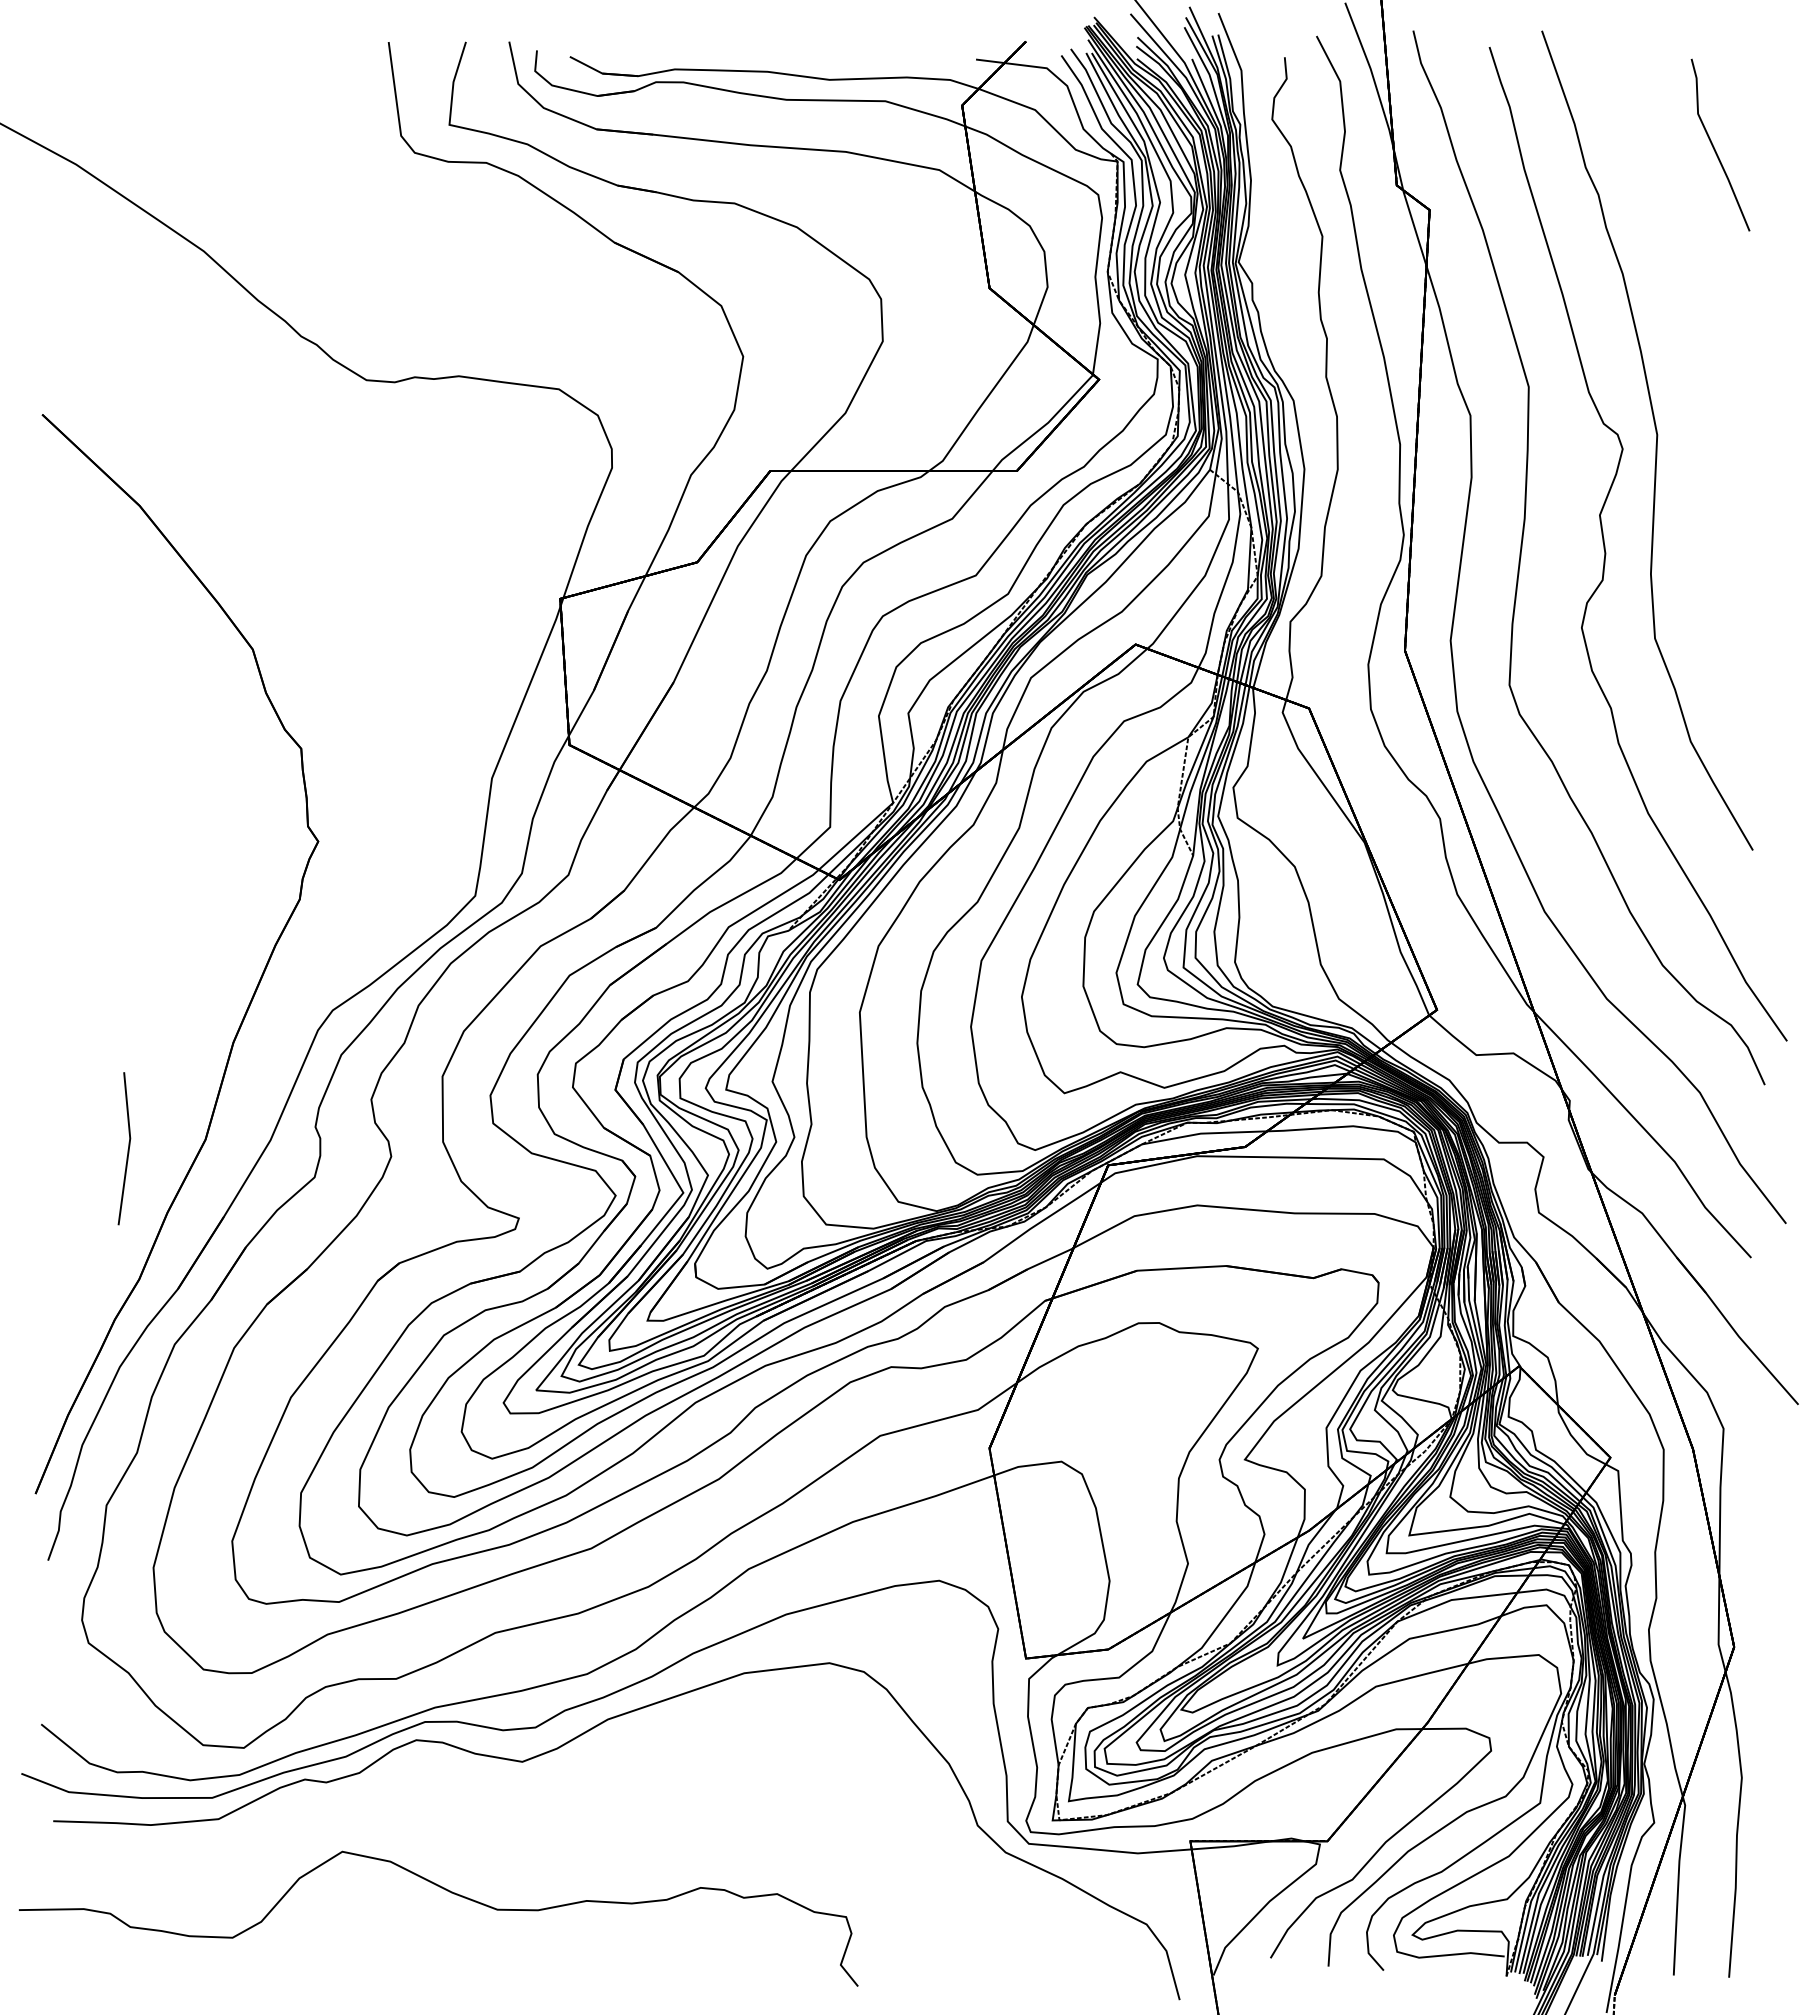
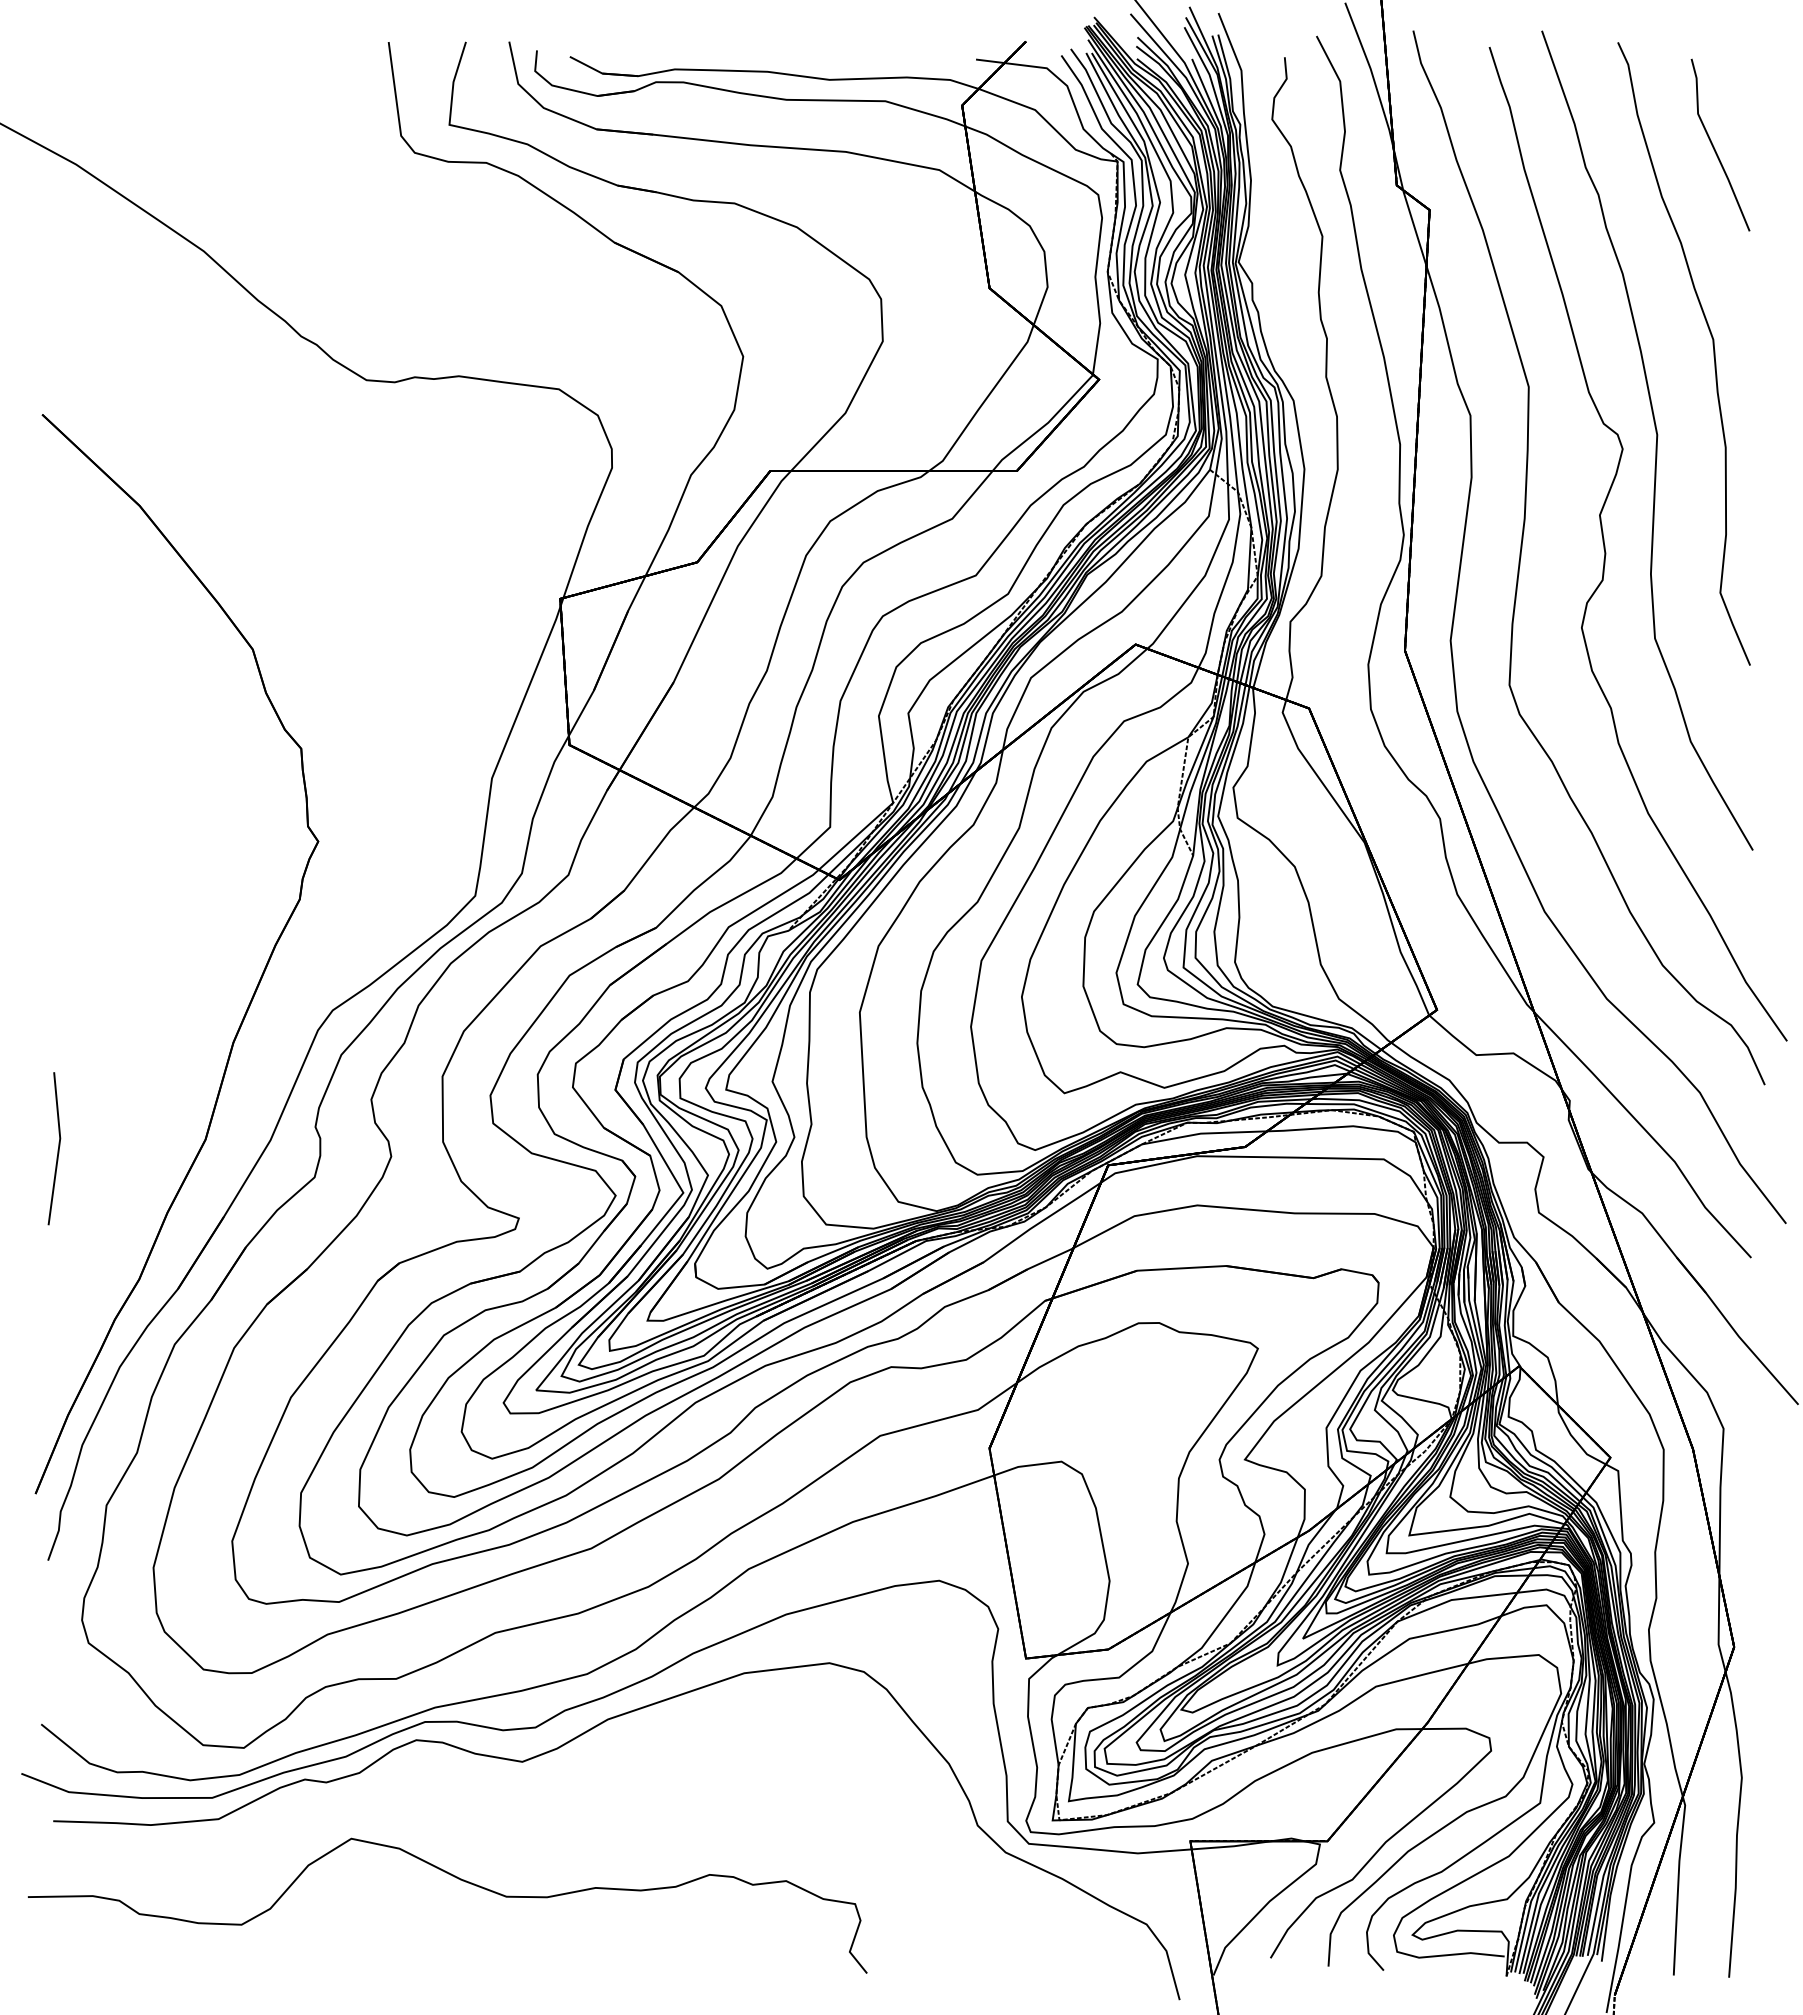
curve at (1713, 353): none -> present
line at (127, 1149) position: (127, 1149) -> (57, 1149)
curve at (451, 1893) position: (451, 1893) -> (460, 1880)
